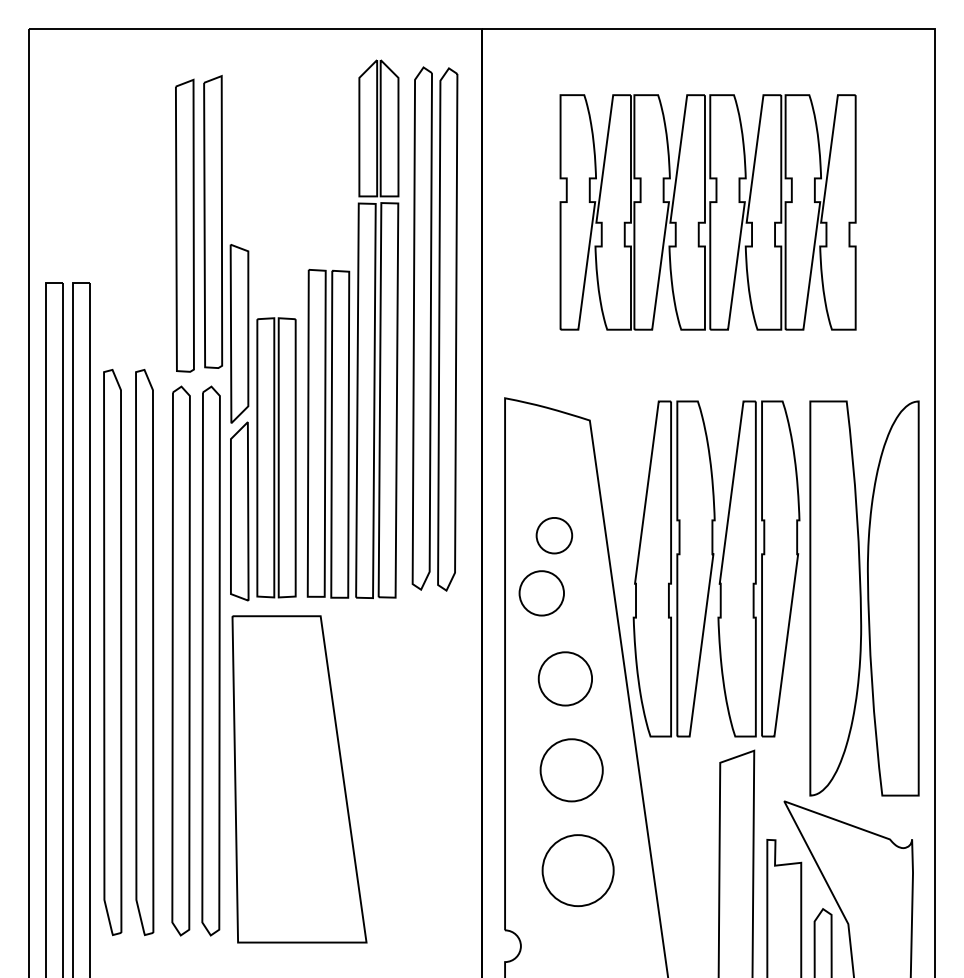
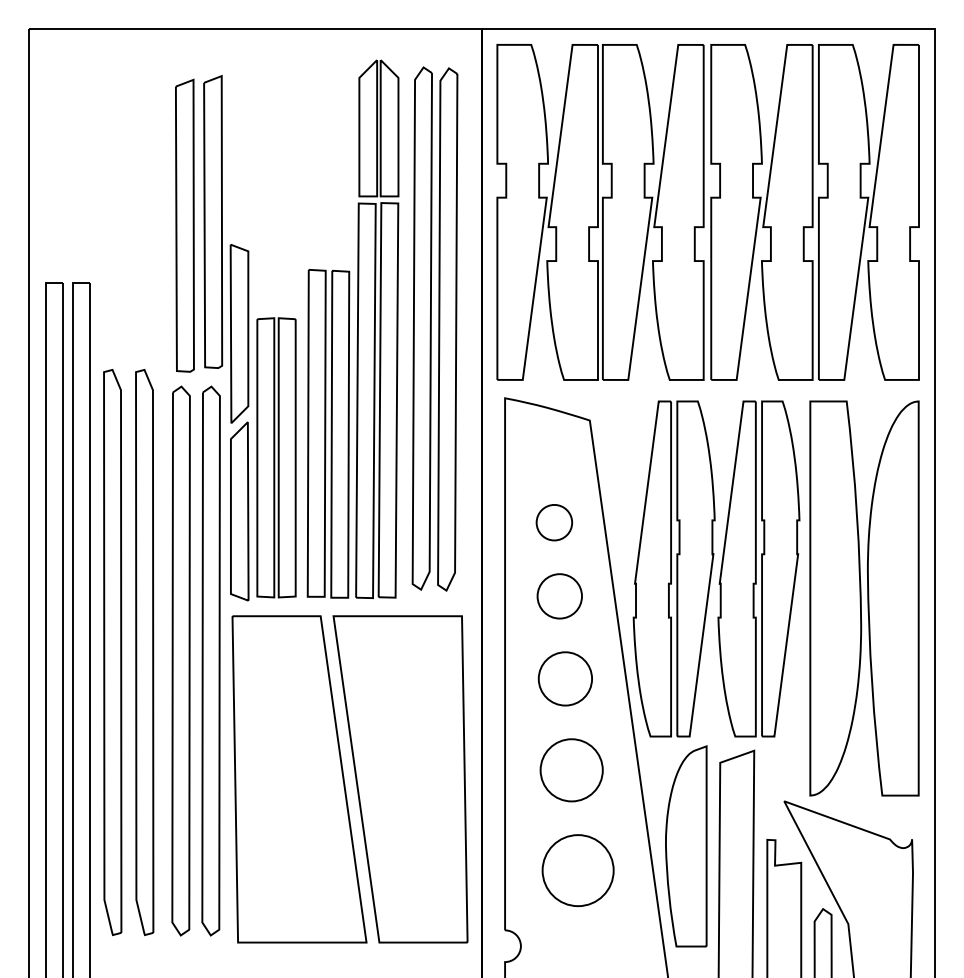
part at (707, 212) size: 298x237 px -> 424x337 px
part at (554, 535) position: (554, 535) -> (554, 522)
part at (541, 593) position: (541, 593) -> (559, 596)
part at (400, 779): none -> present
part at (686, 846): none -> present
